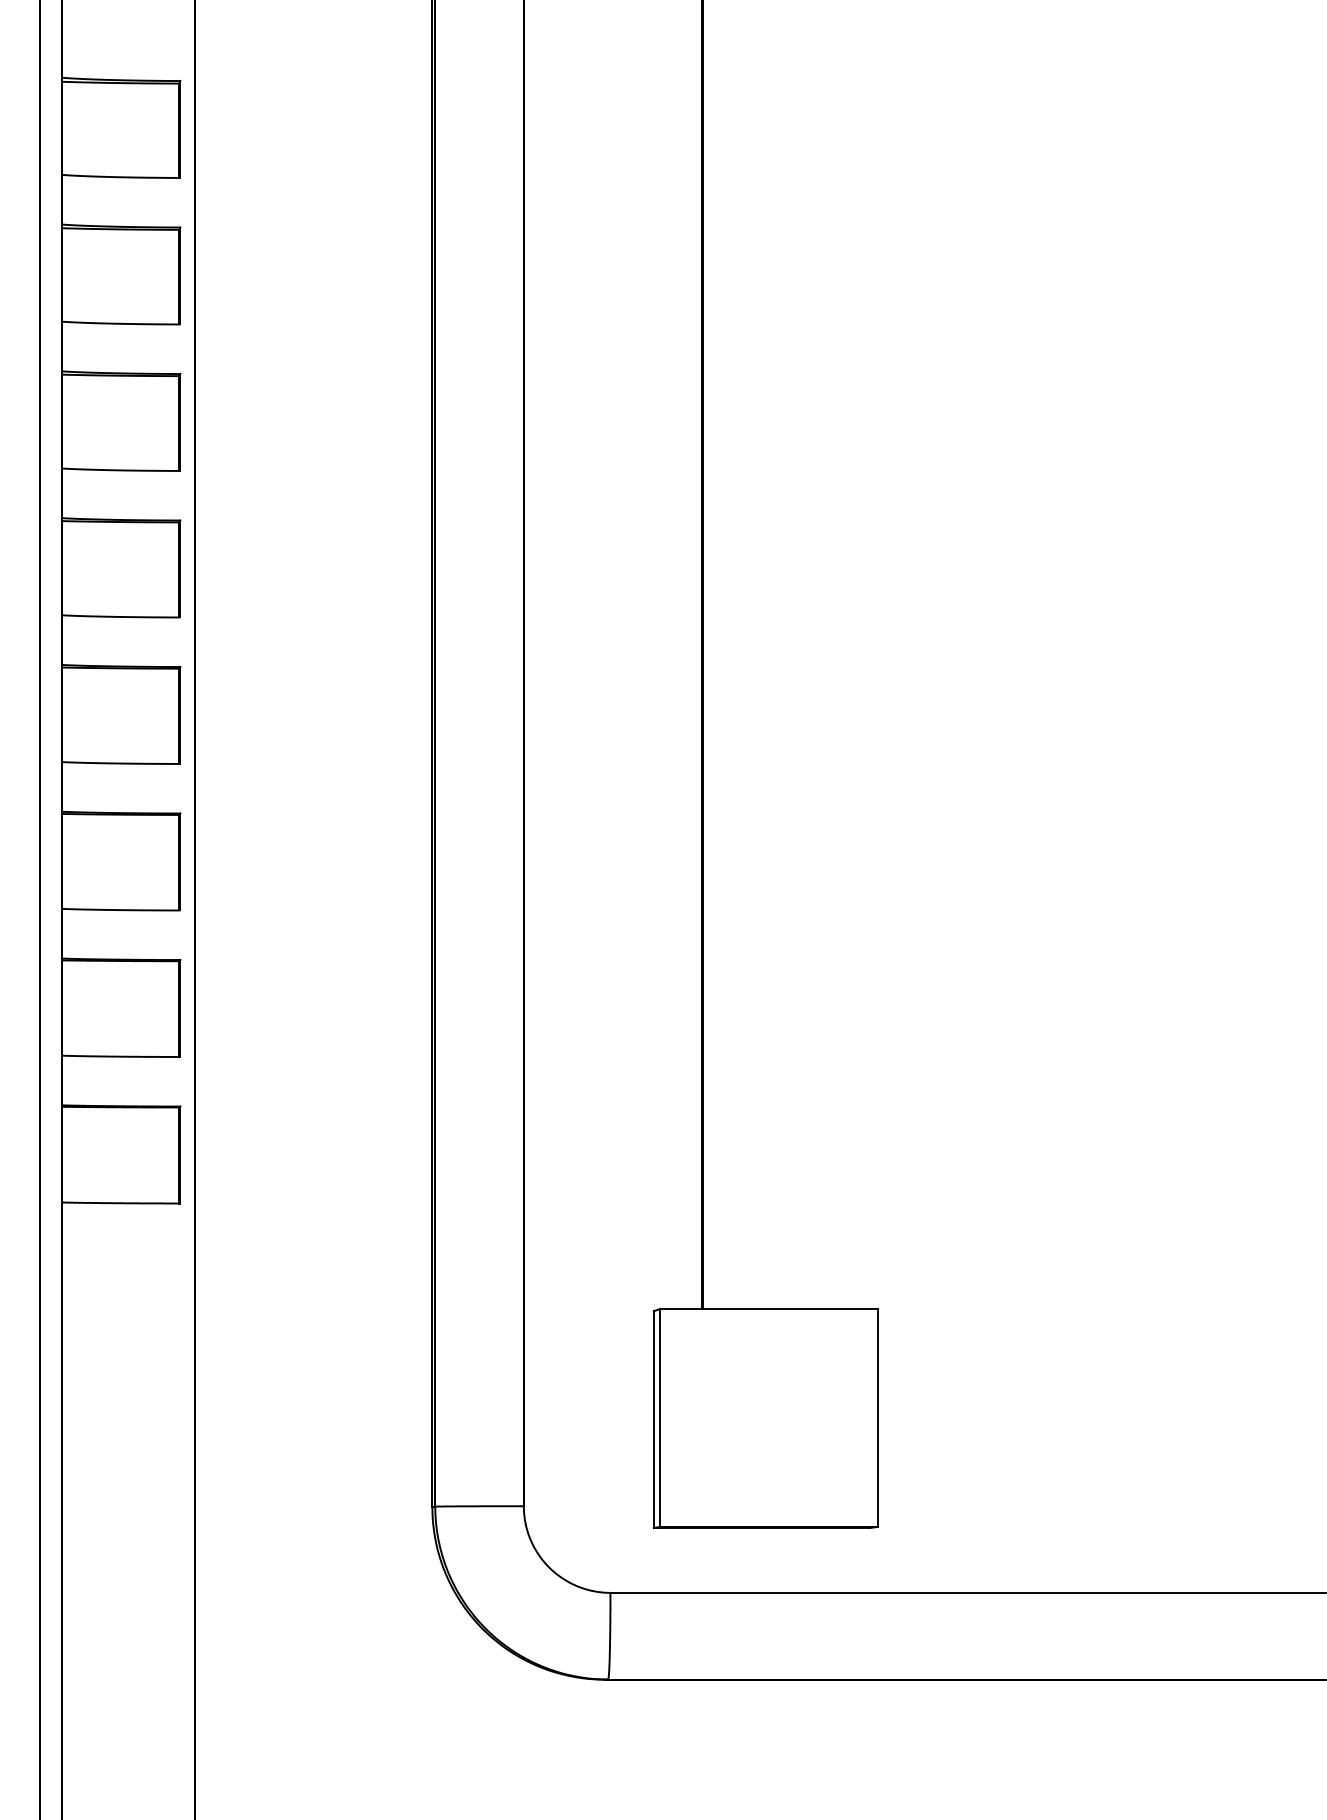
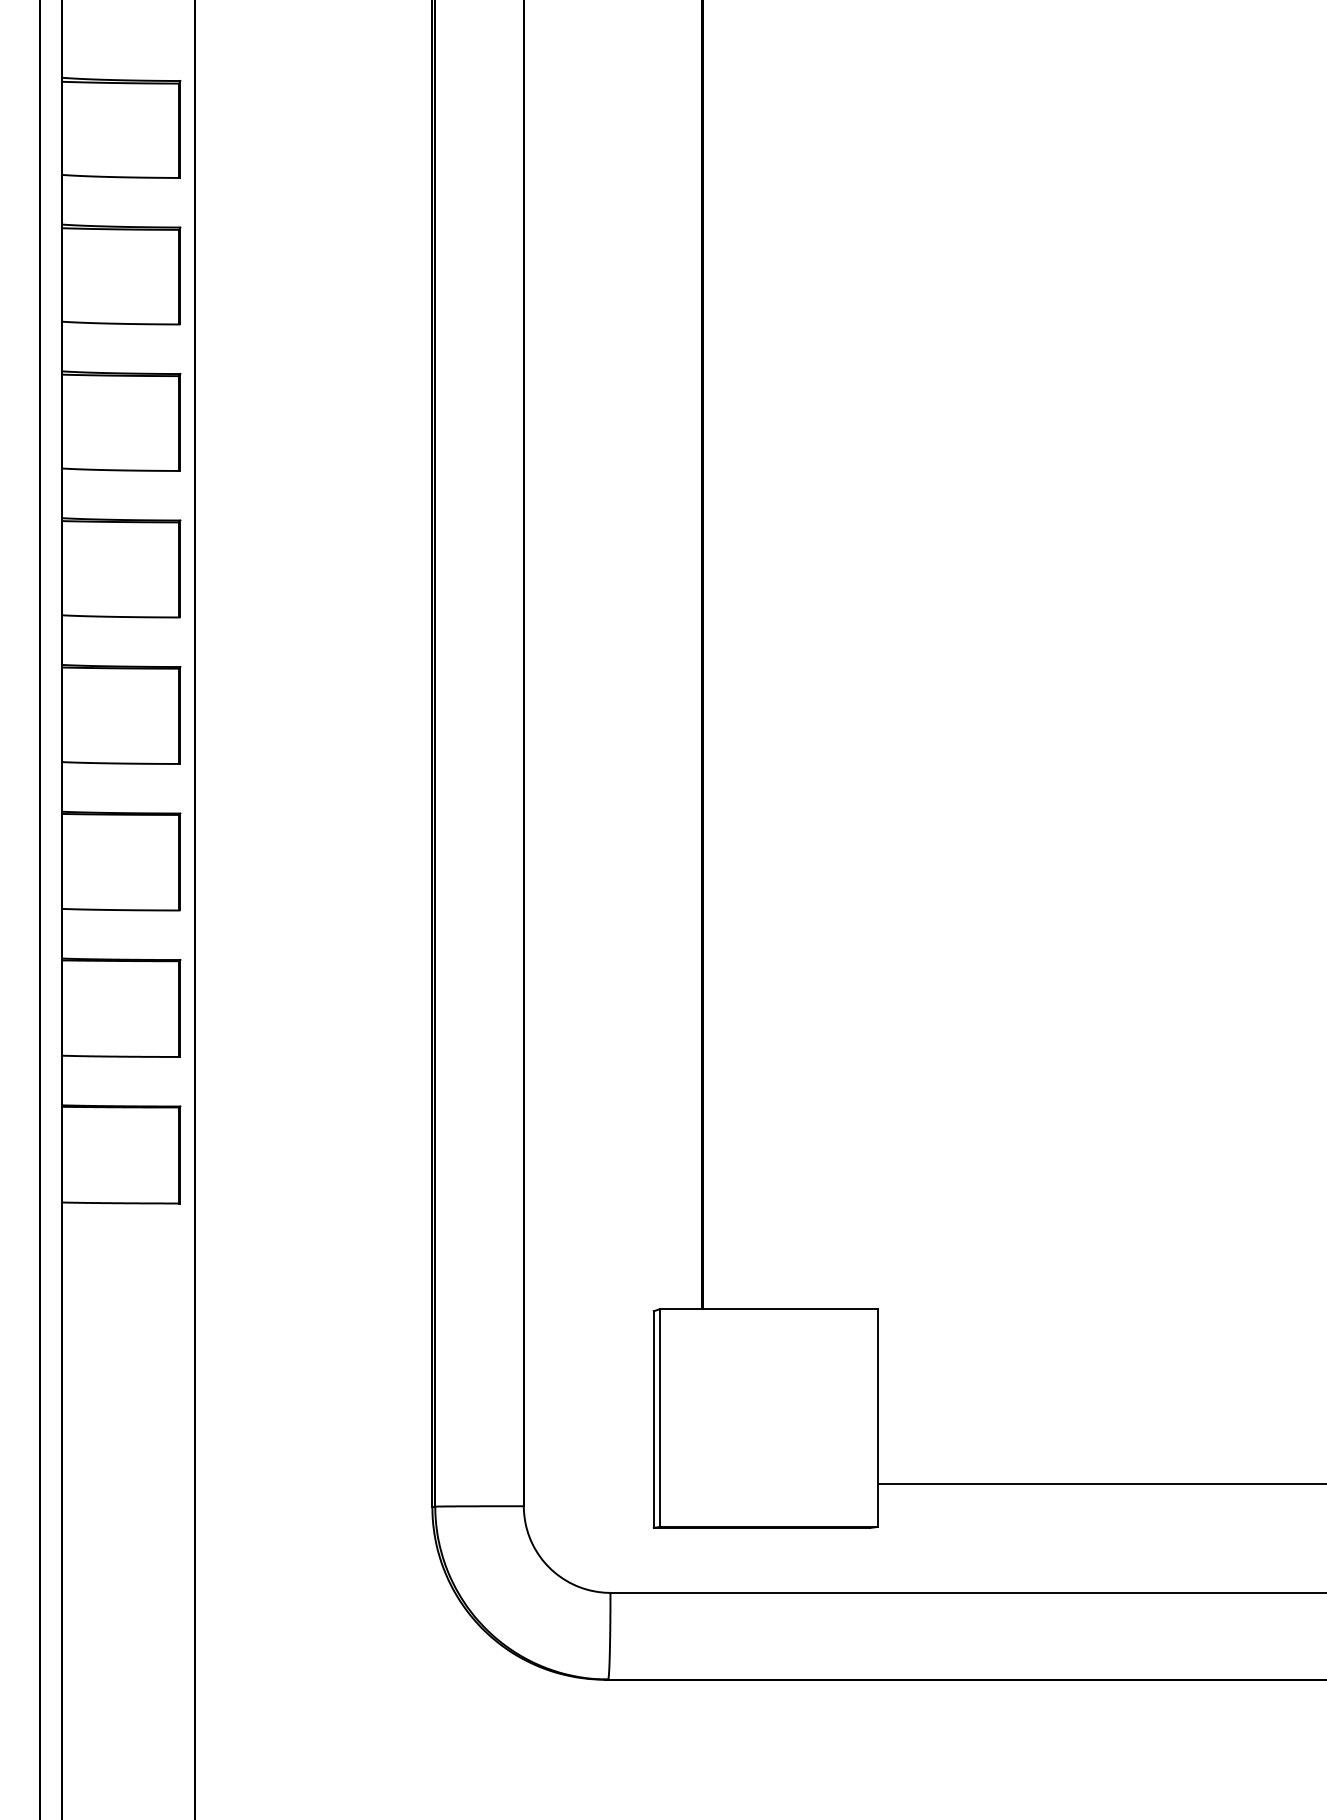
line at (1100, 1483): none -> present
